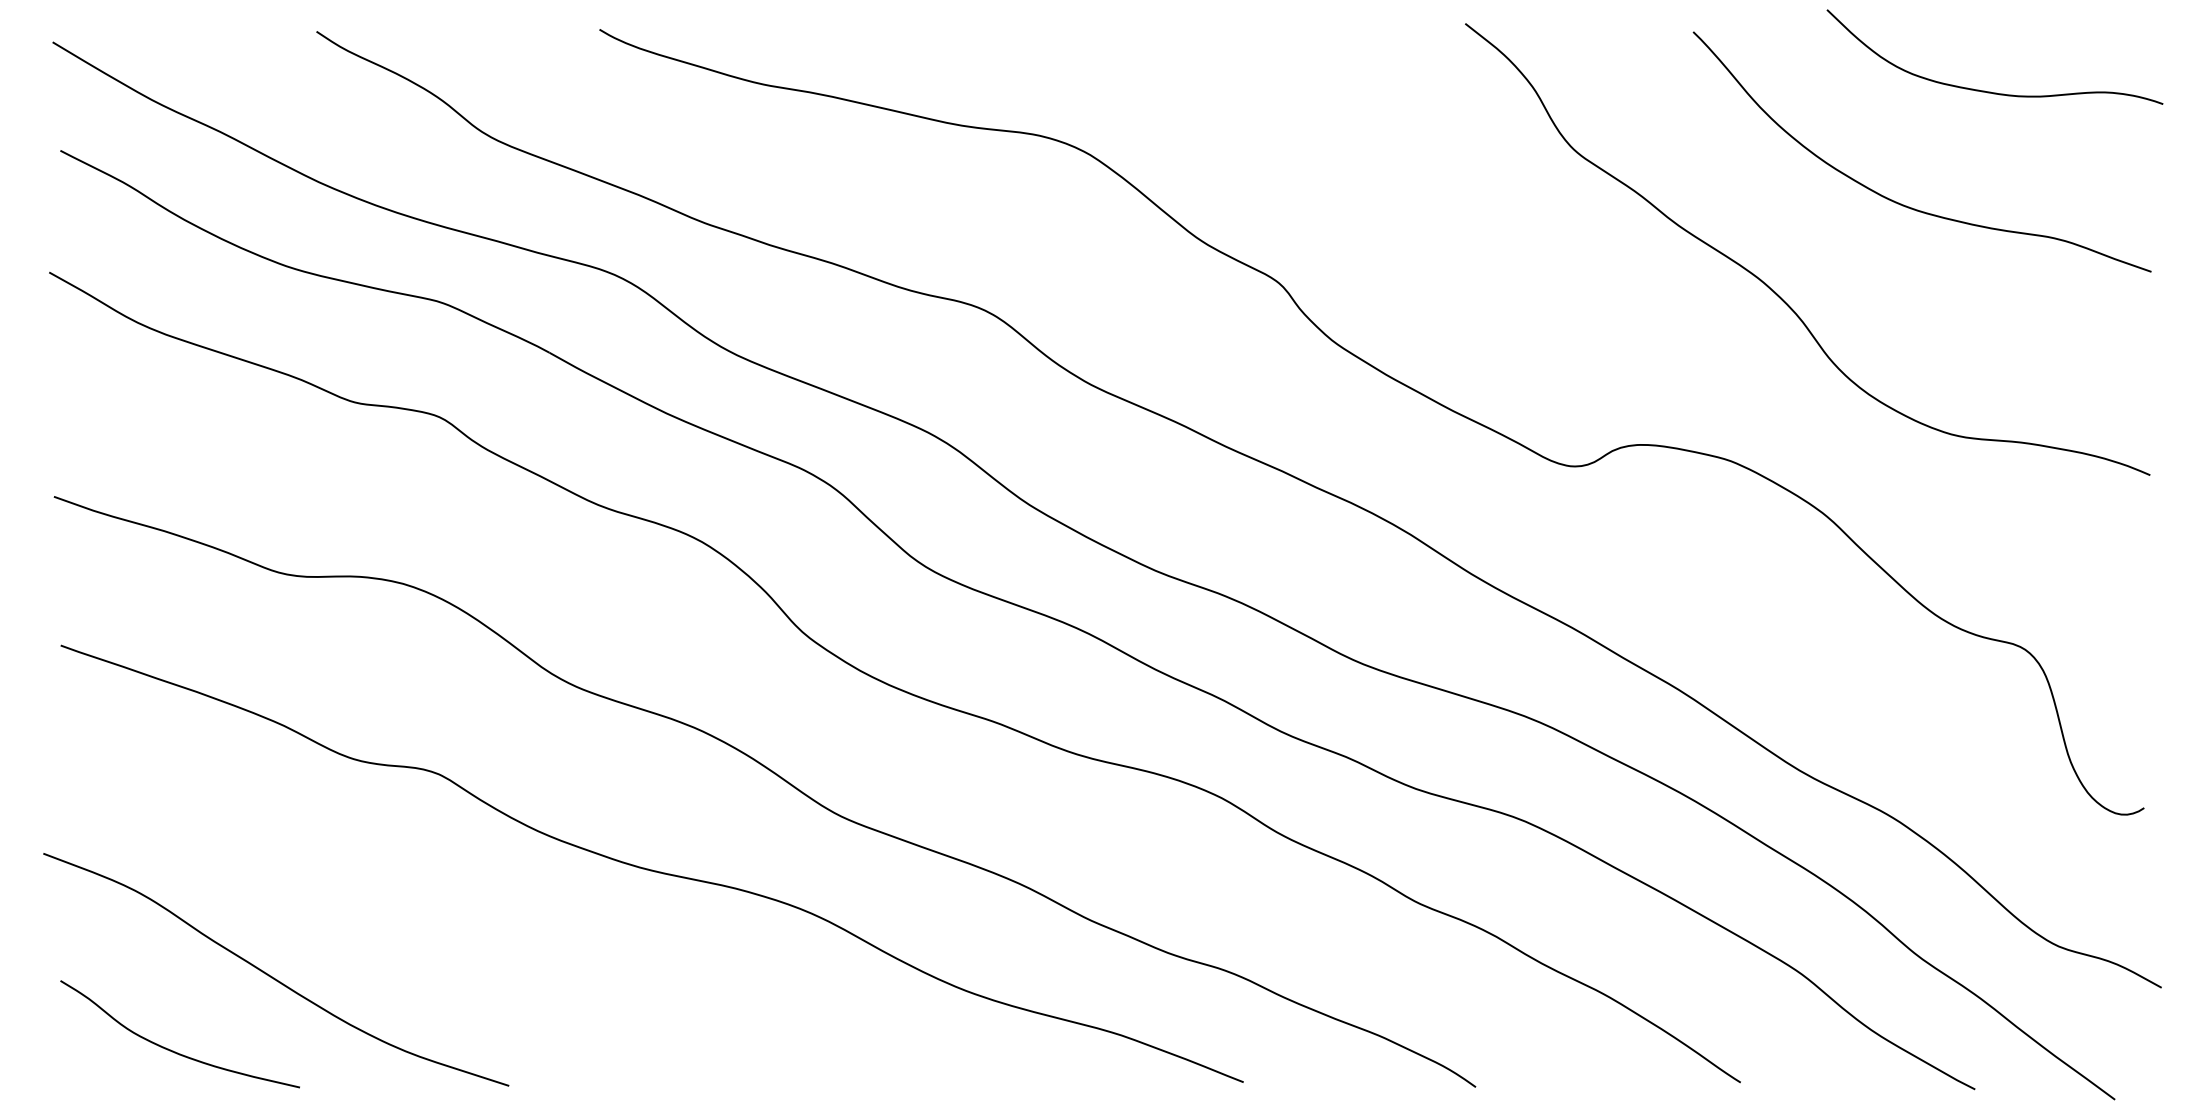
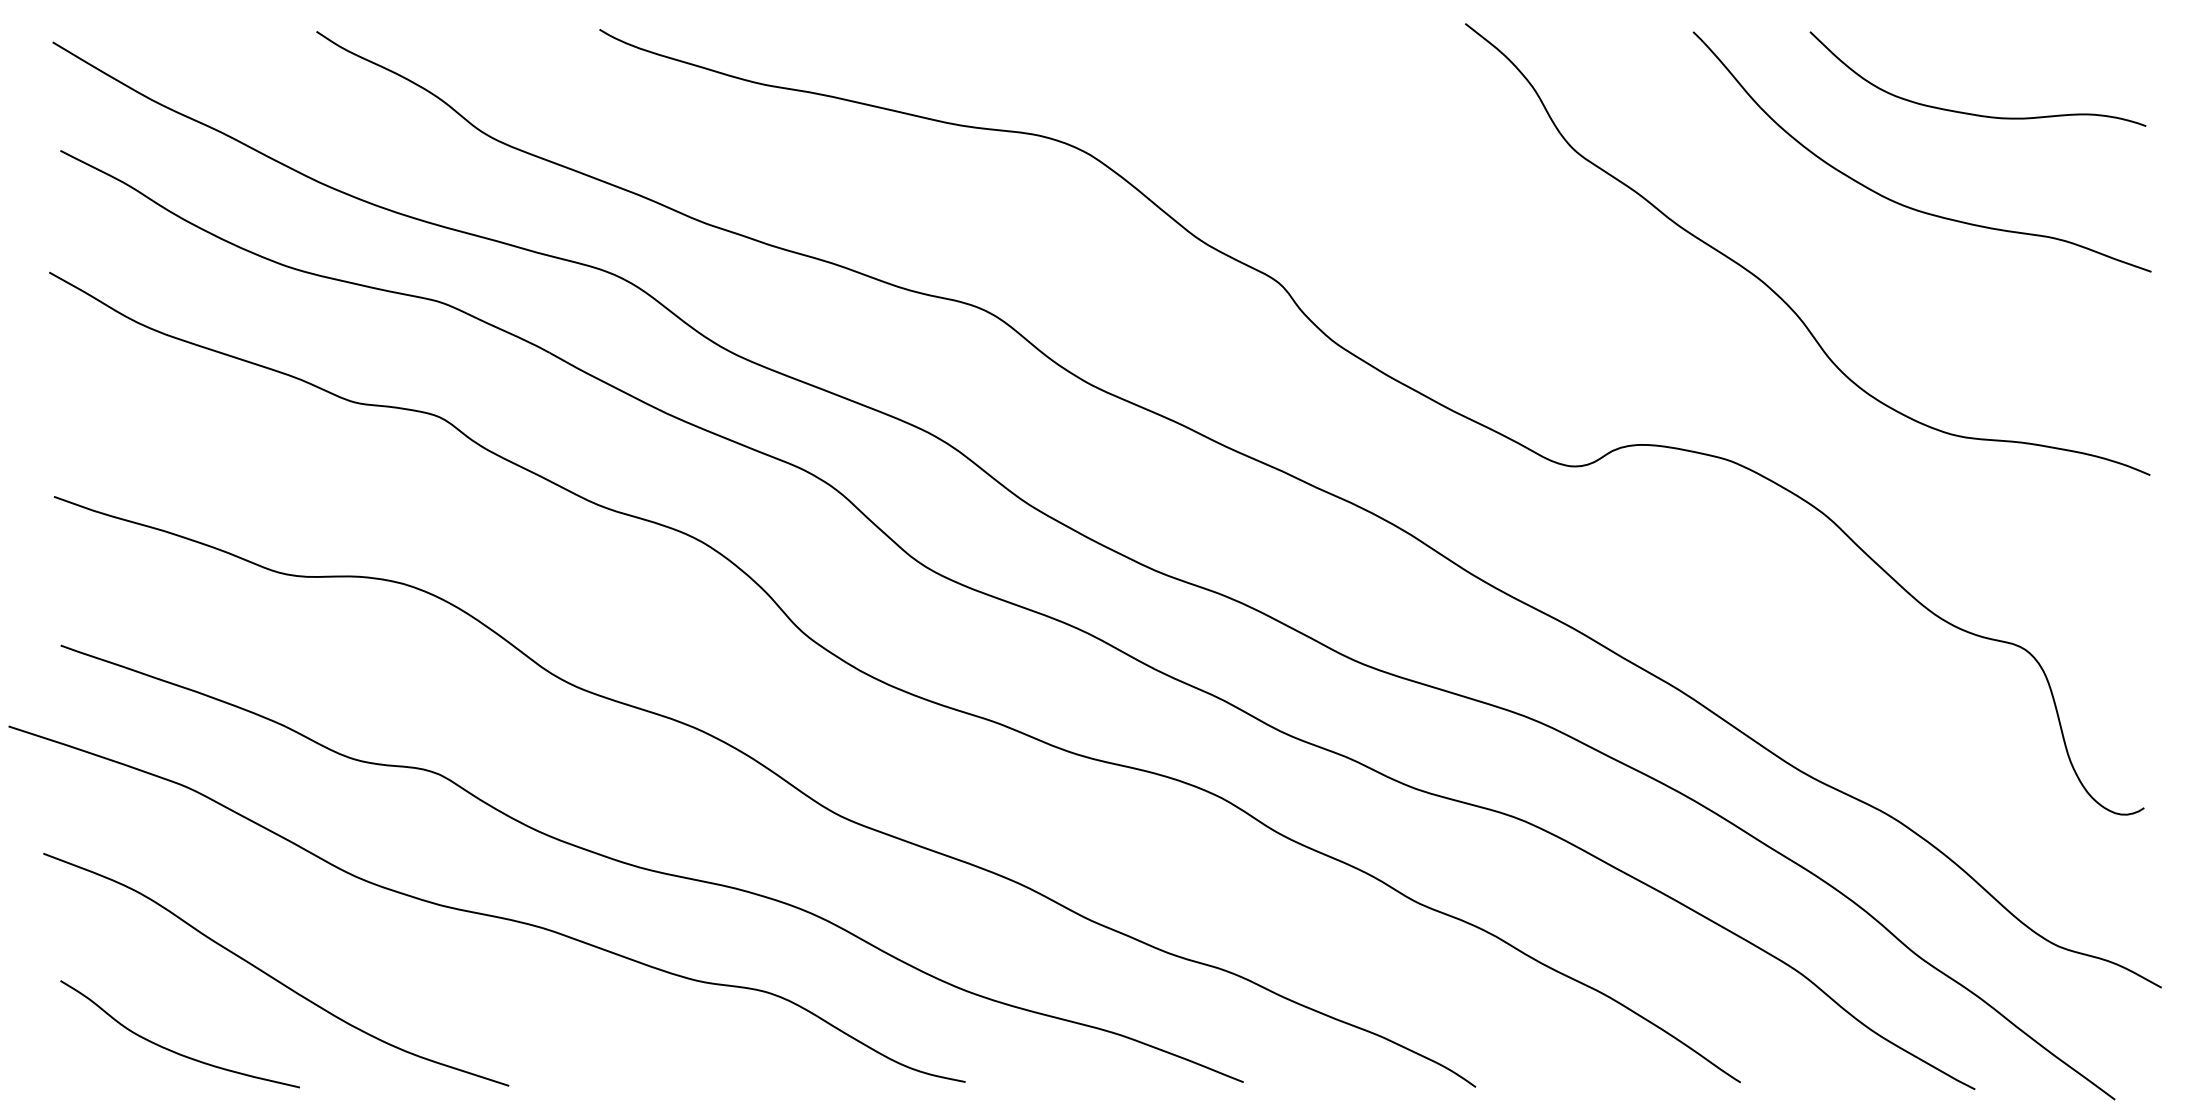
curve at (1990, 91) position: (1990, 91) -> (1973, 113)
curve at (485, 913): none -> present
